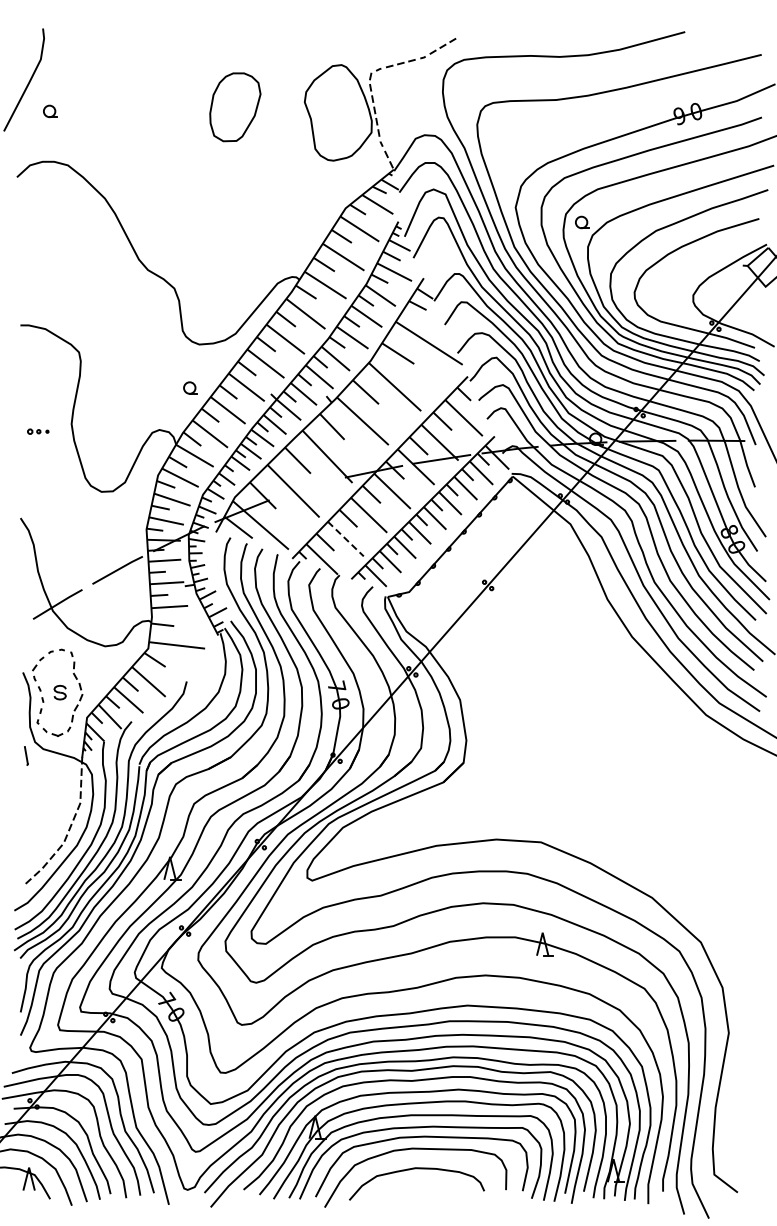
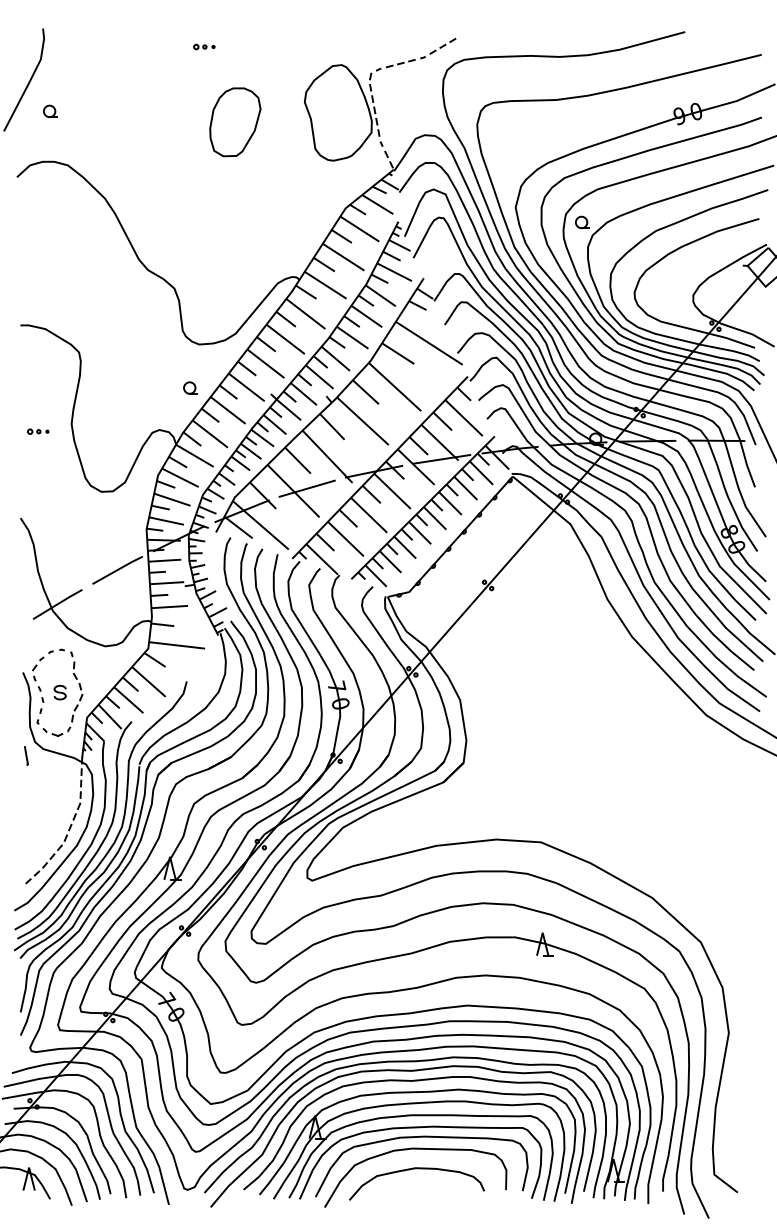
part at (204, 46): none -> present
part at (235, 107) position: (235, 107) -> (235, 122)
line at (306, 488): none -> present
line at (345, 539): dashed -> solid
